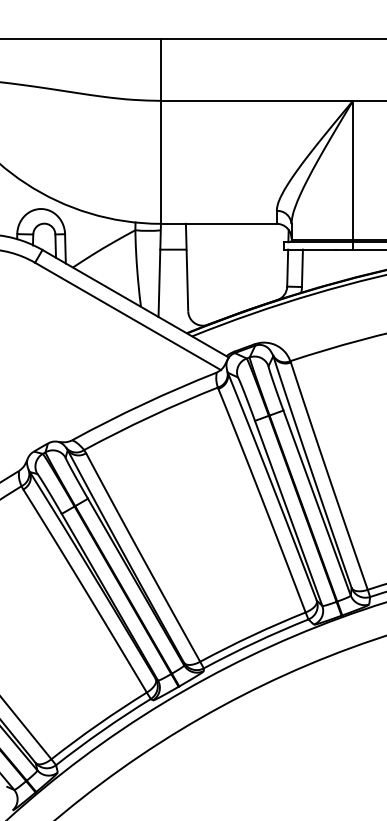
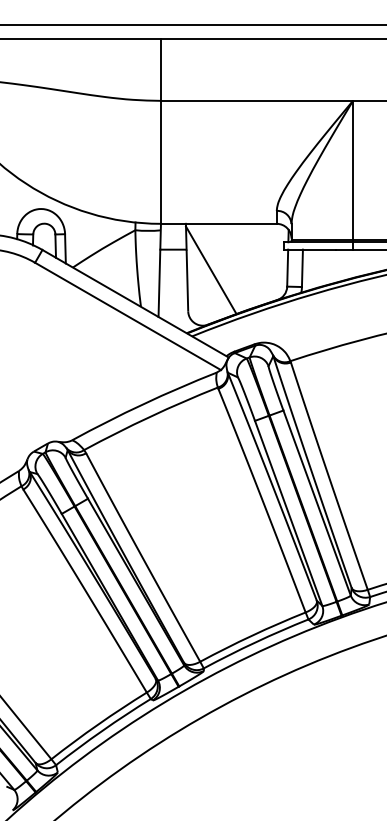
line at (192, 24): none -> present
line at (211, 269): none -> present
